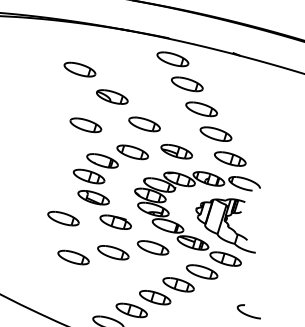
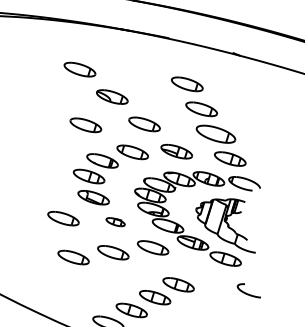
part at (172, 59): present -> none
part at (215, 133) size: 34x16 px -> 42x20 px
part at (115, 221) size: 33x16 px -> 21x11 px
part at (201, 271): present -> none
curve at (246, 313) position: (246, 313) -> (246, 292)
